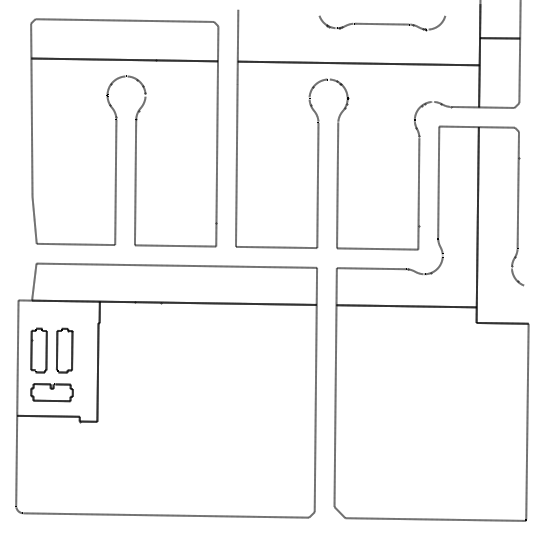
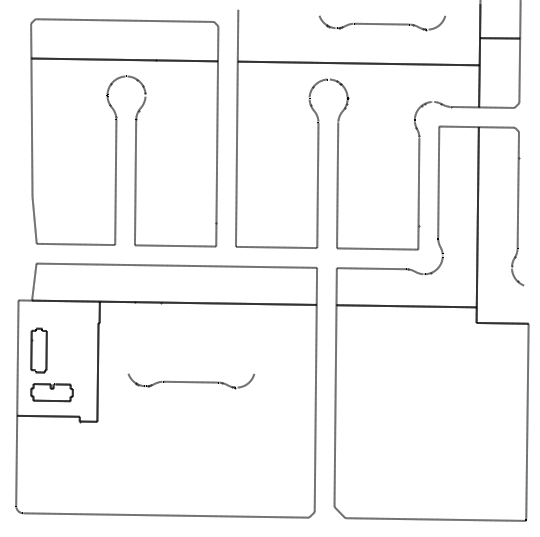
part at (64, 350): present -> none
curve at (190, 381): none -> present
